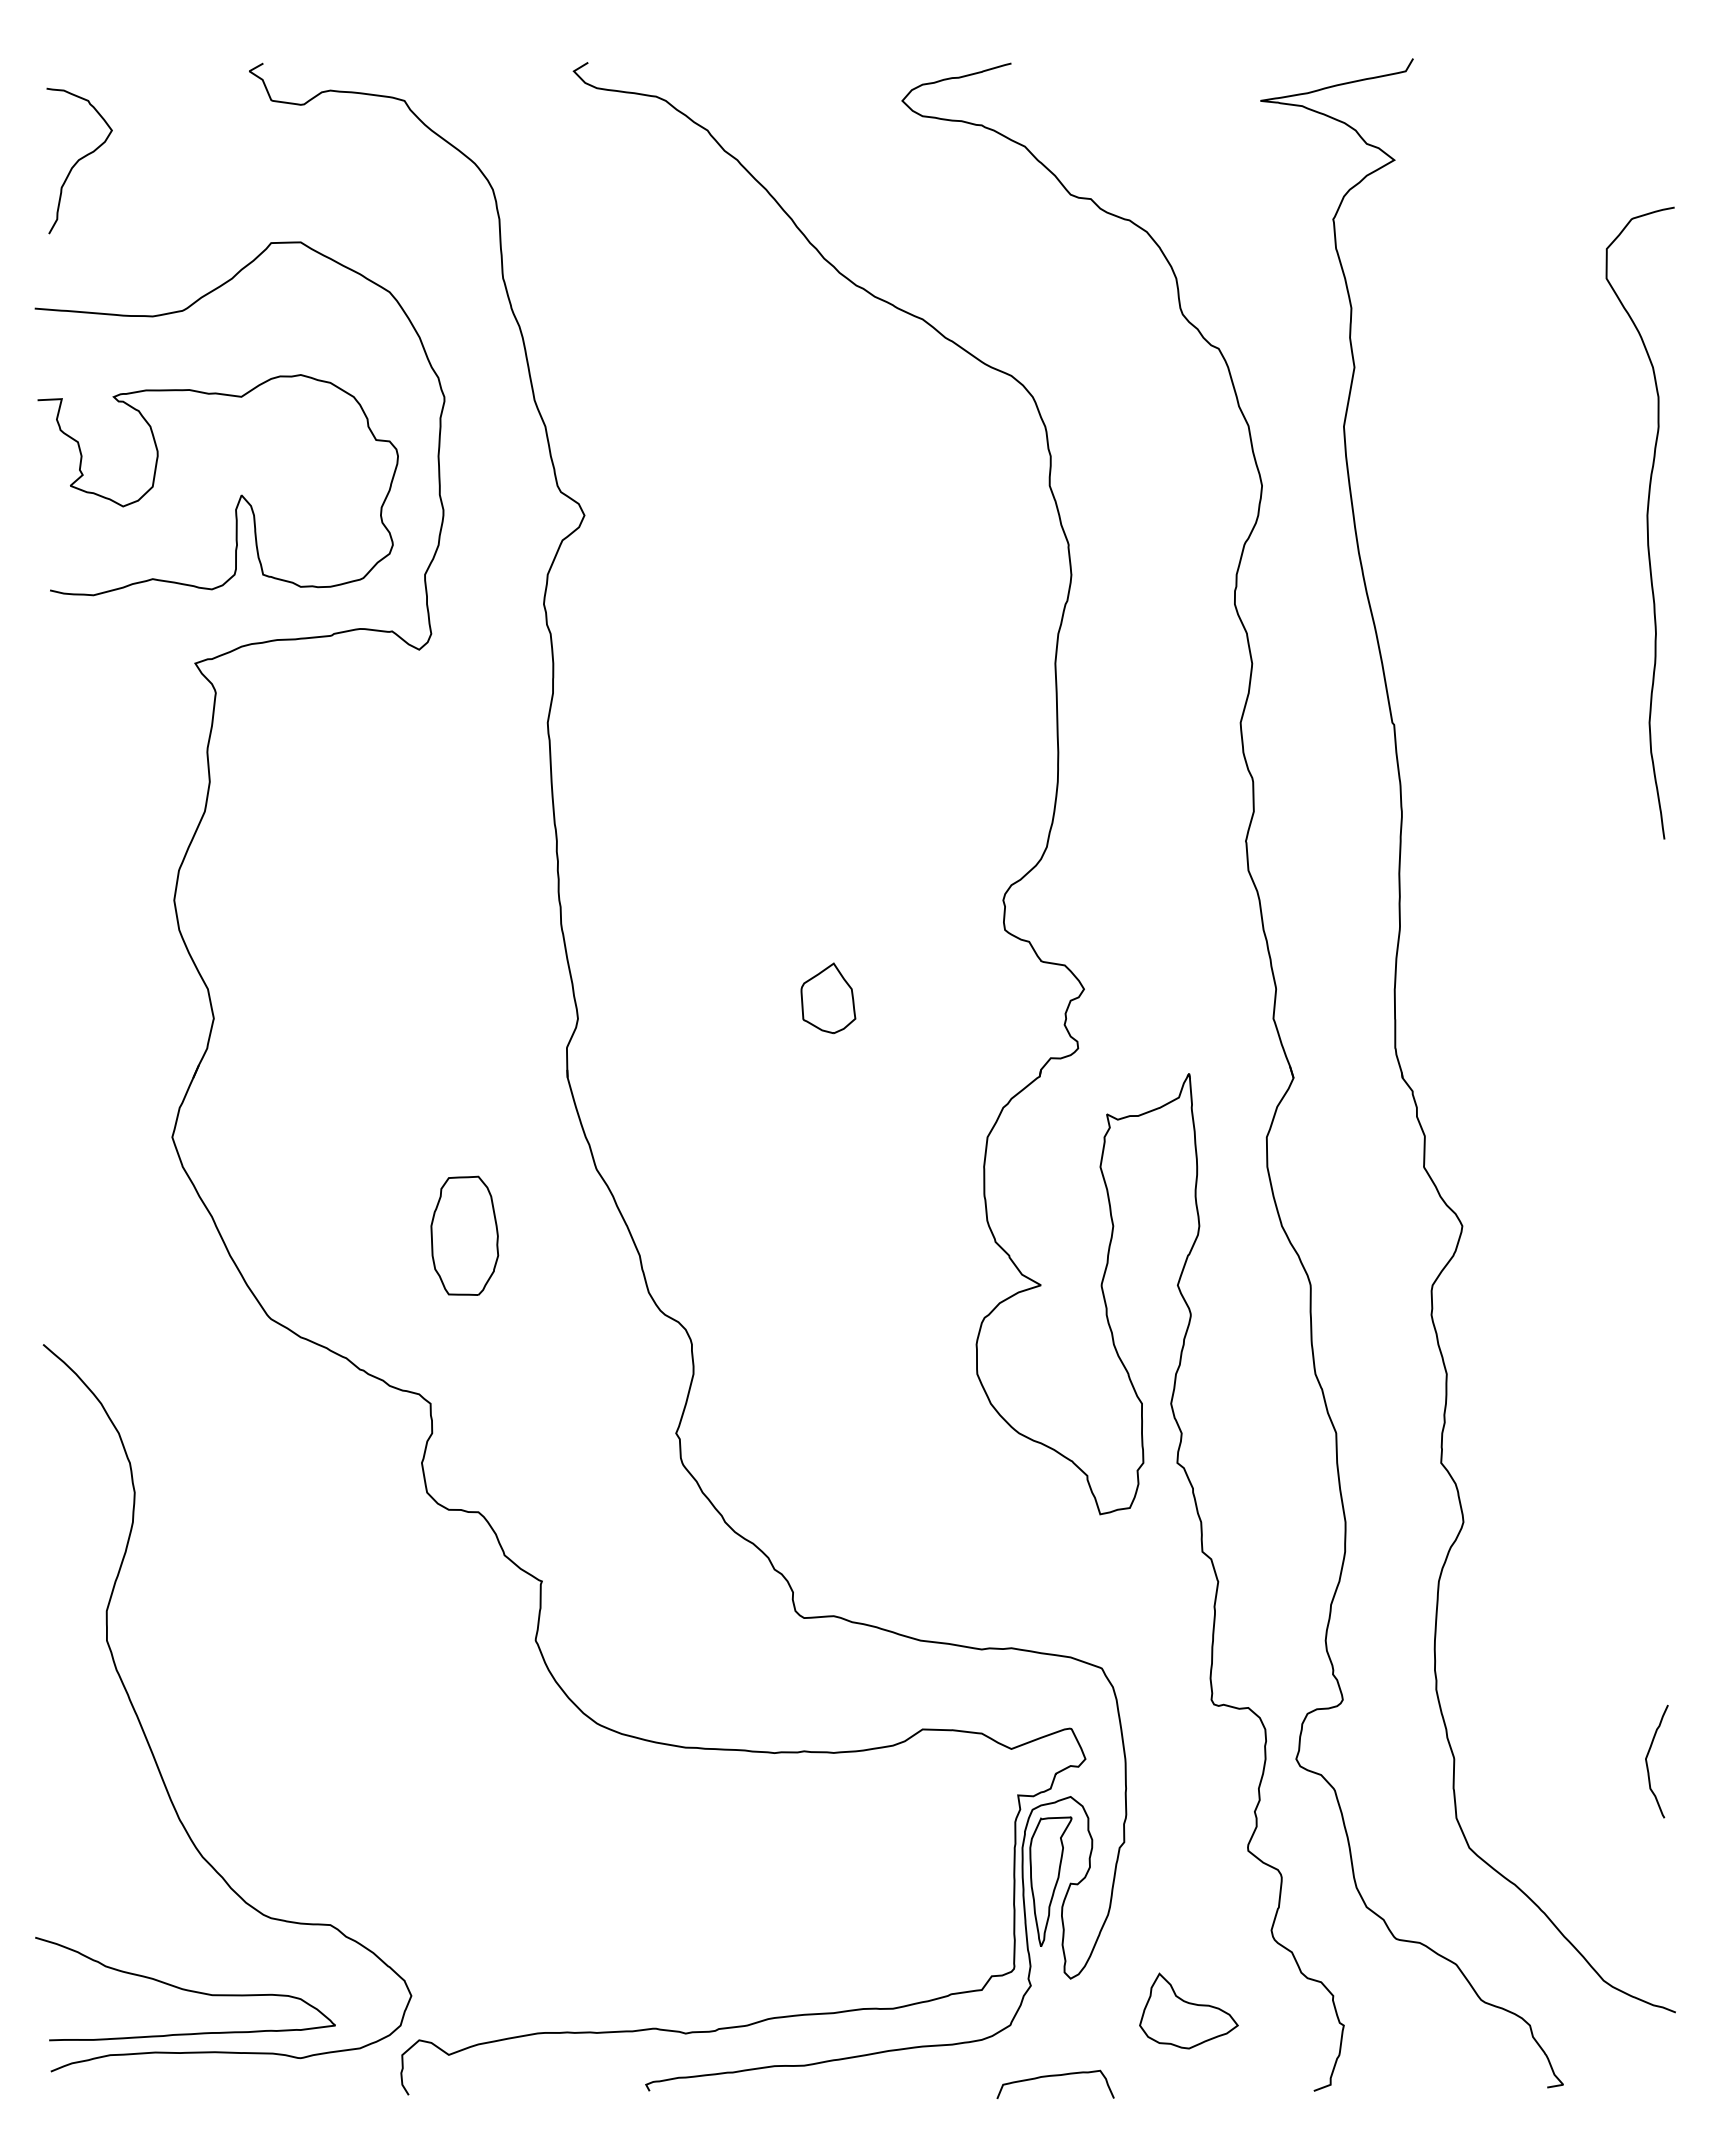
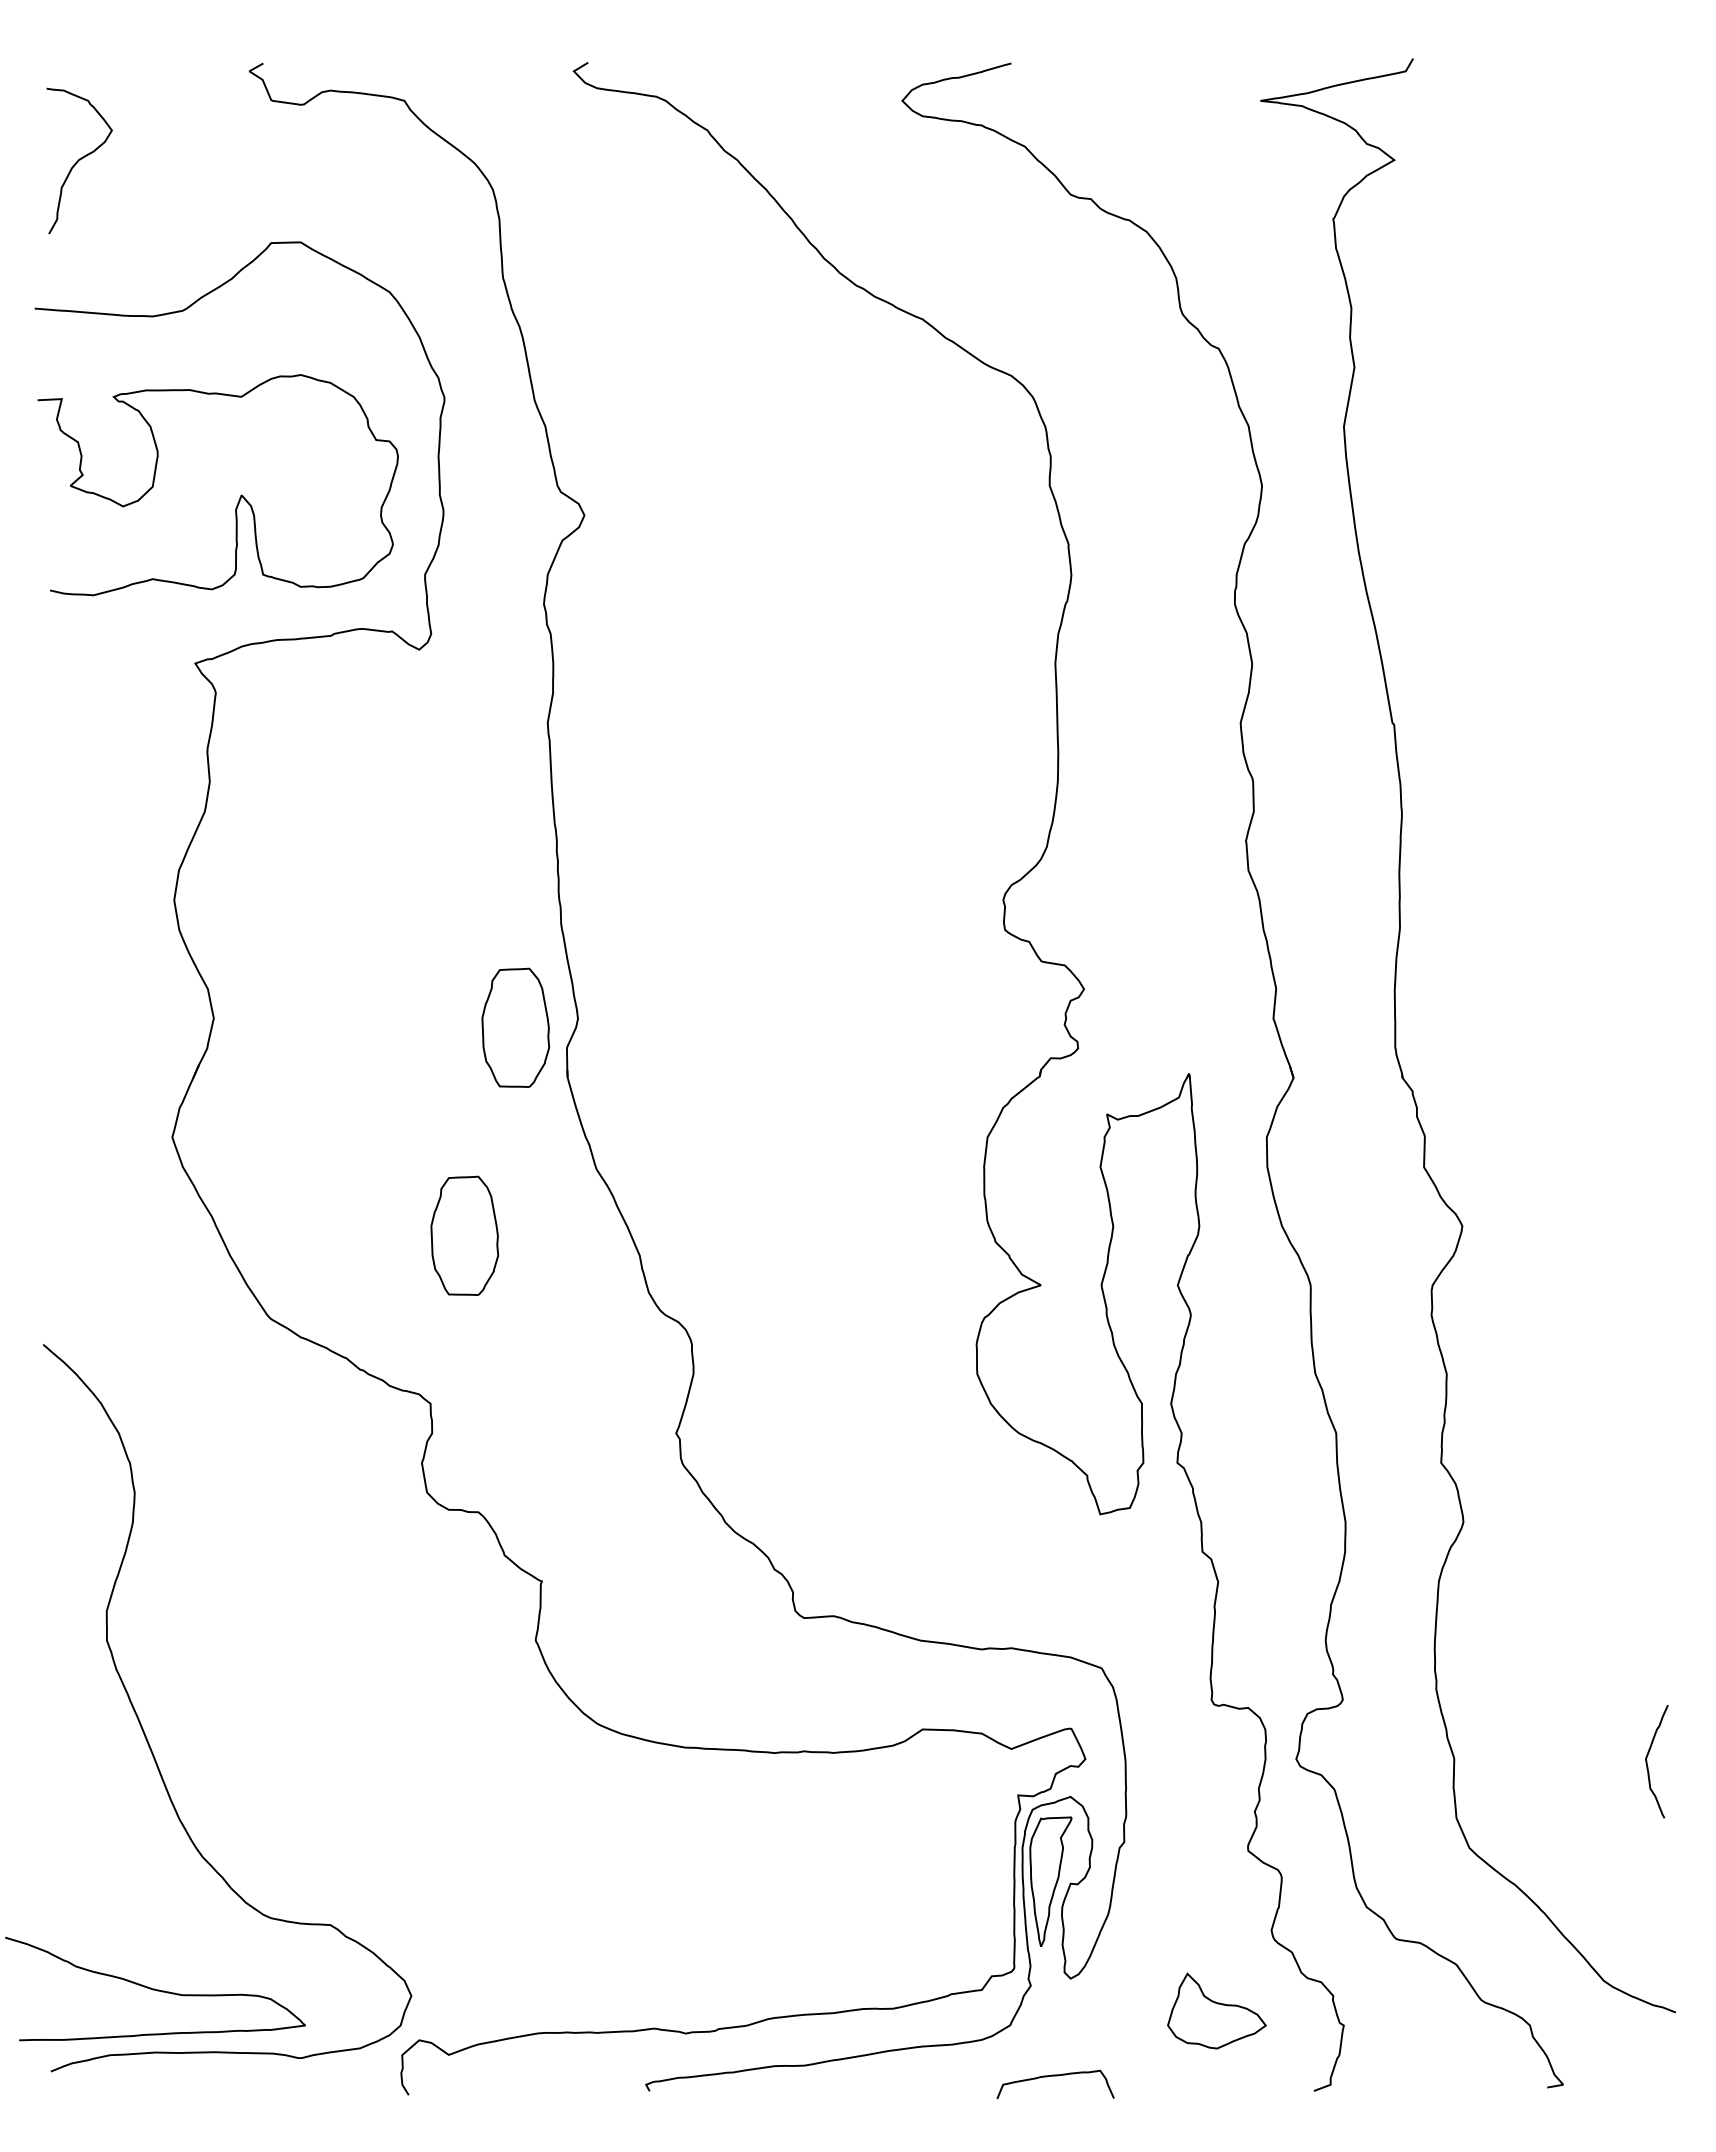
curve at (1646, 522): present -> none
part at (828, 998): present -> none
part at (515, 1027): none -> present
curve at (184, 1988) position: (184, 1988) -> (154, 1988)
part at (1188, 2010) position: (1188, 2010) -> (1216, 2010)
